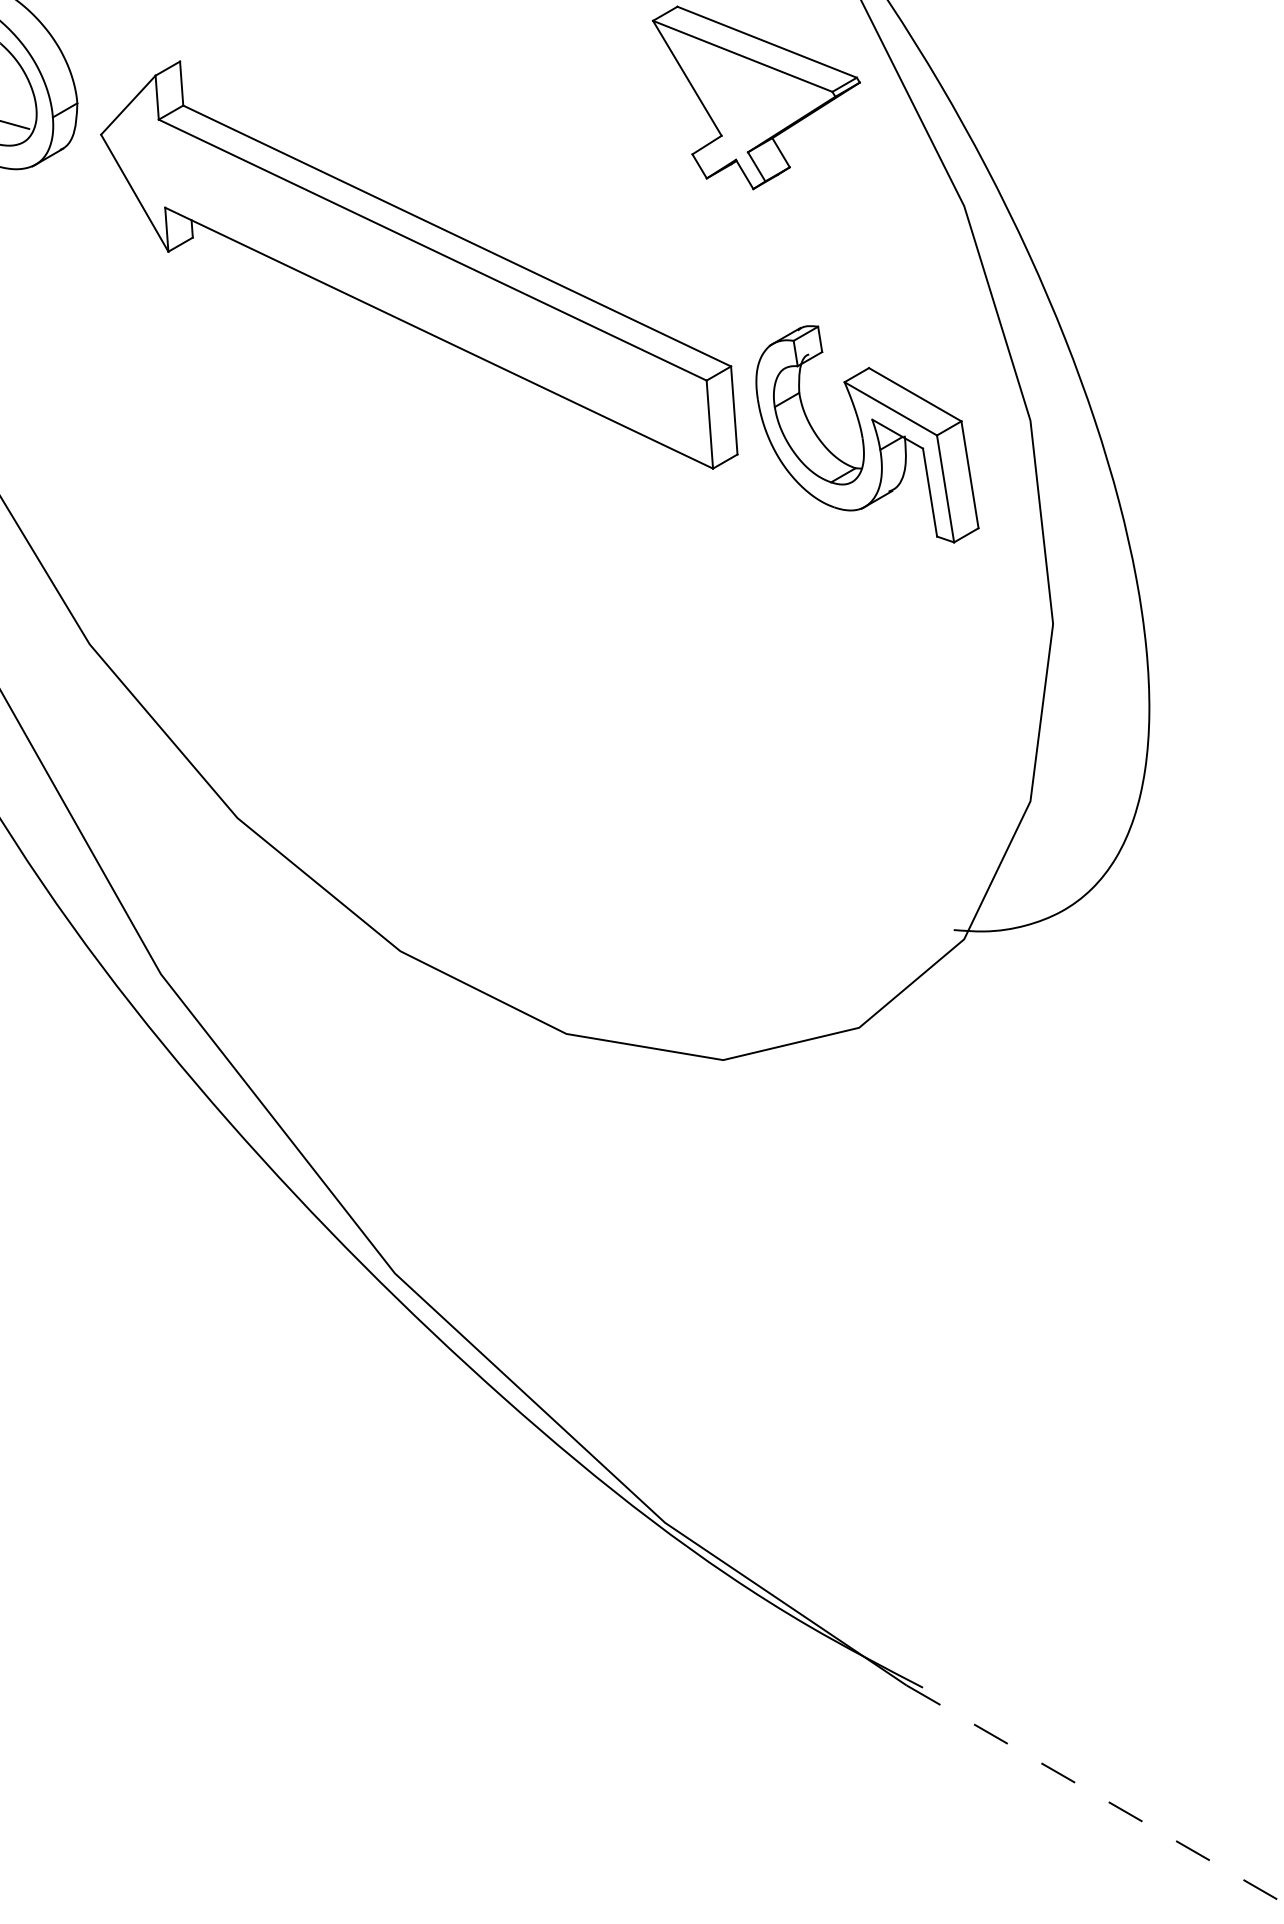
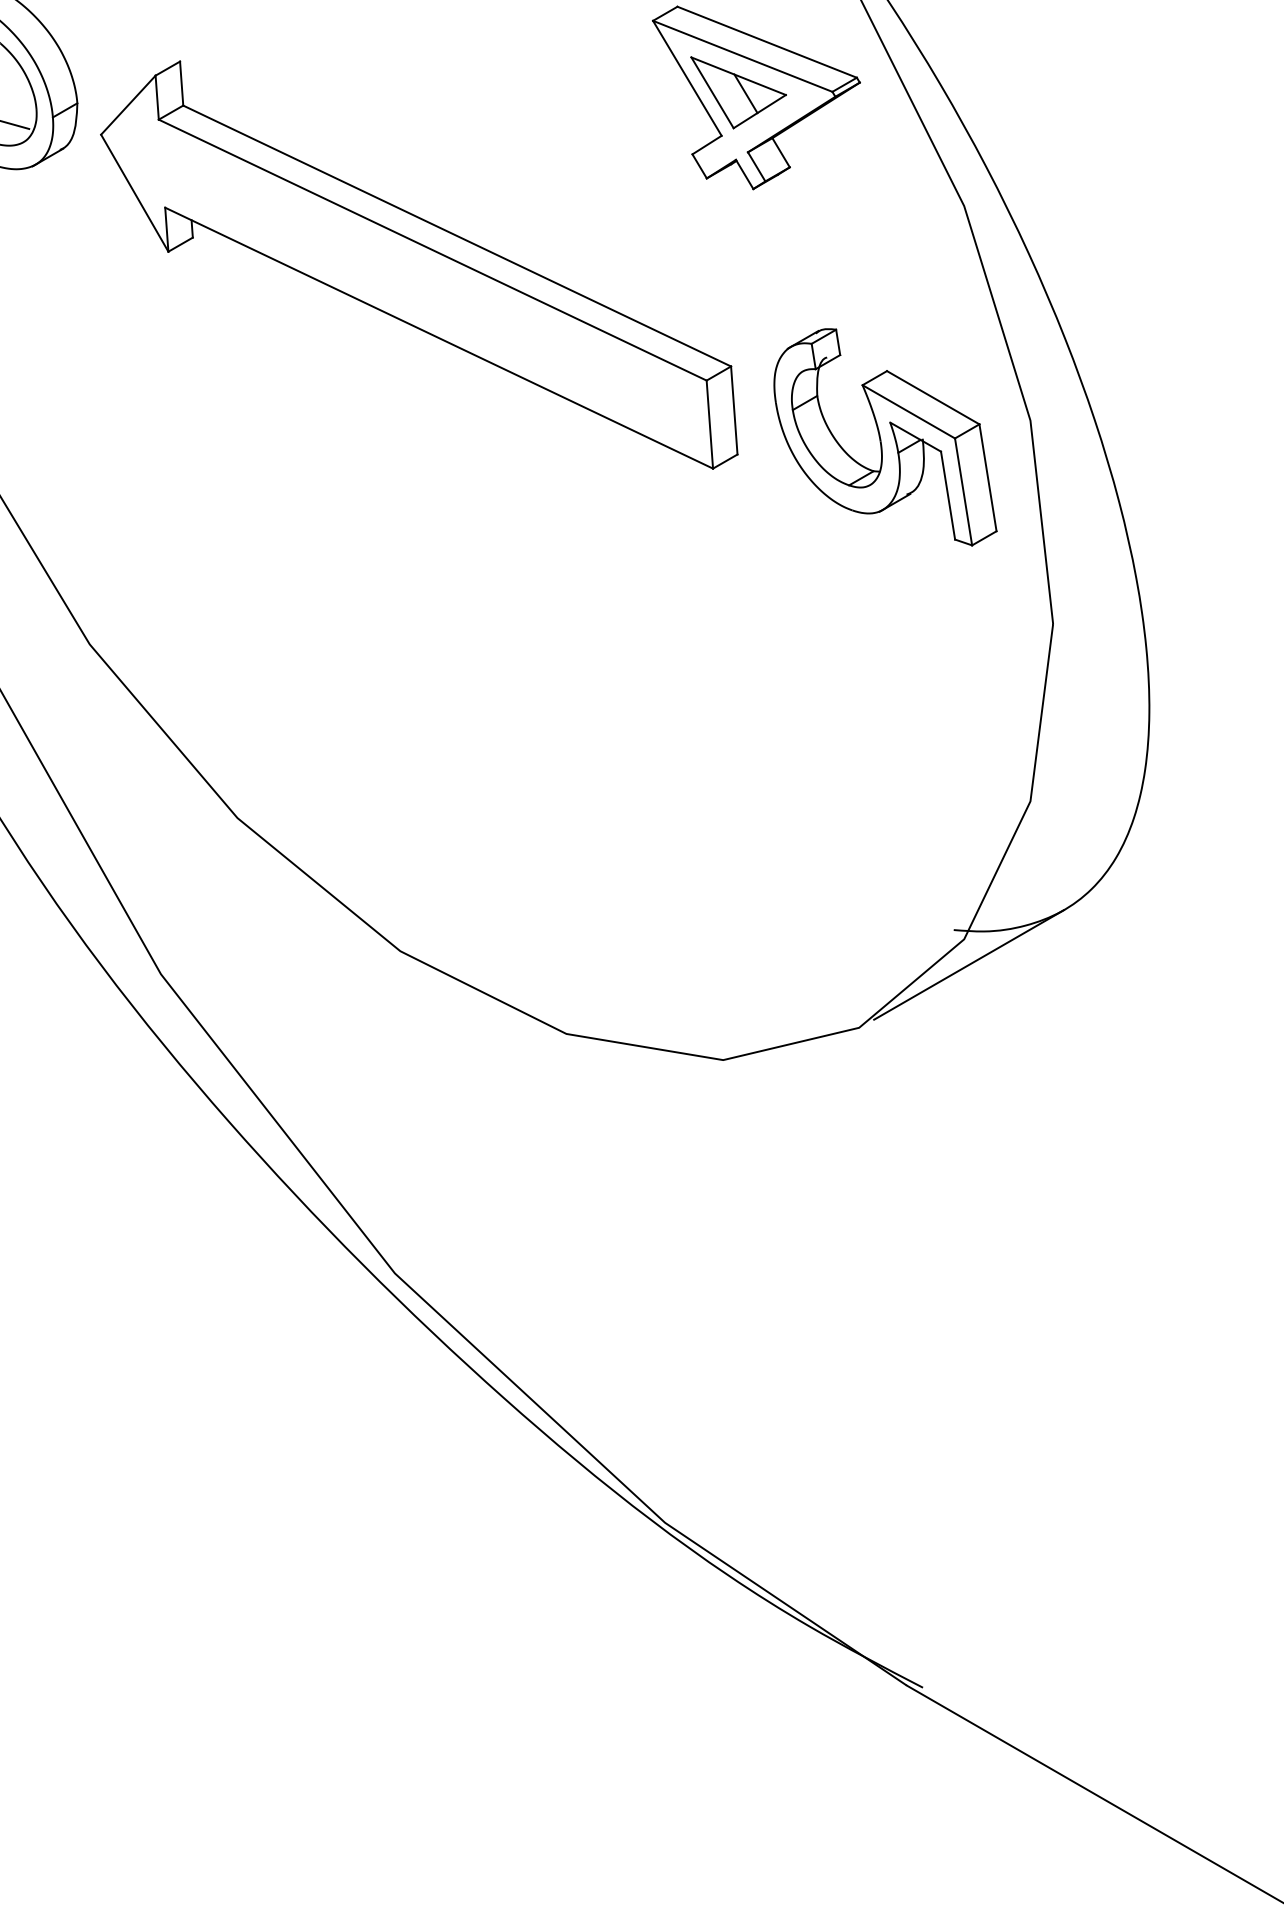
part at (738, 92): none -> present
part at (867, 434) position: (867, 434) -> (885, 437)
line at (968, 964): none -> present
line at (1095, 1794): dashed -> solid
